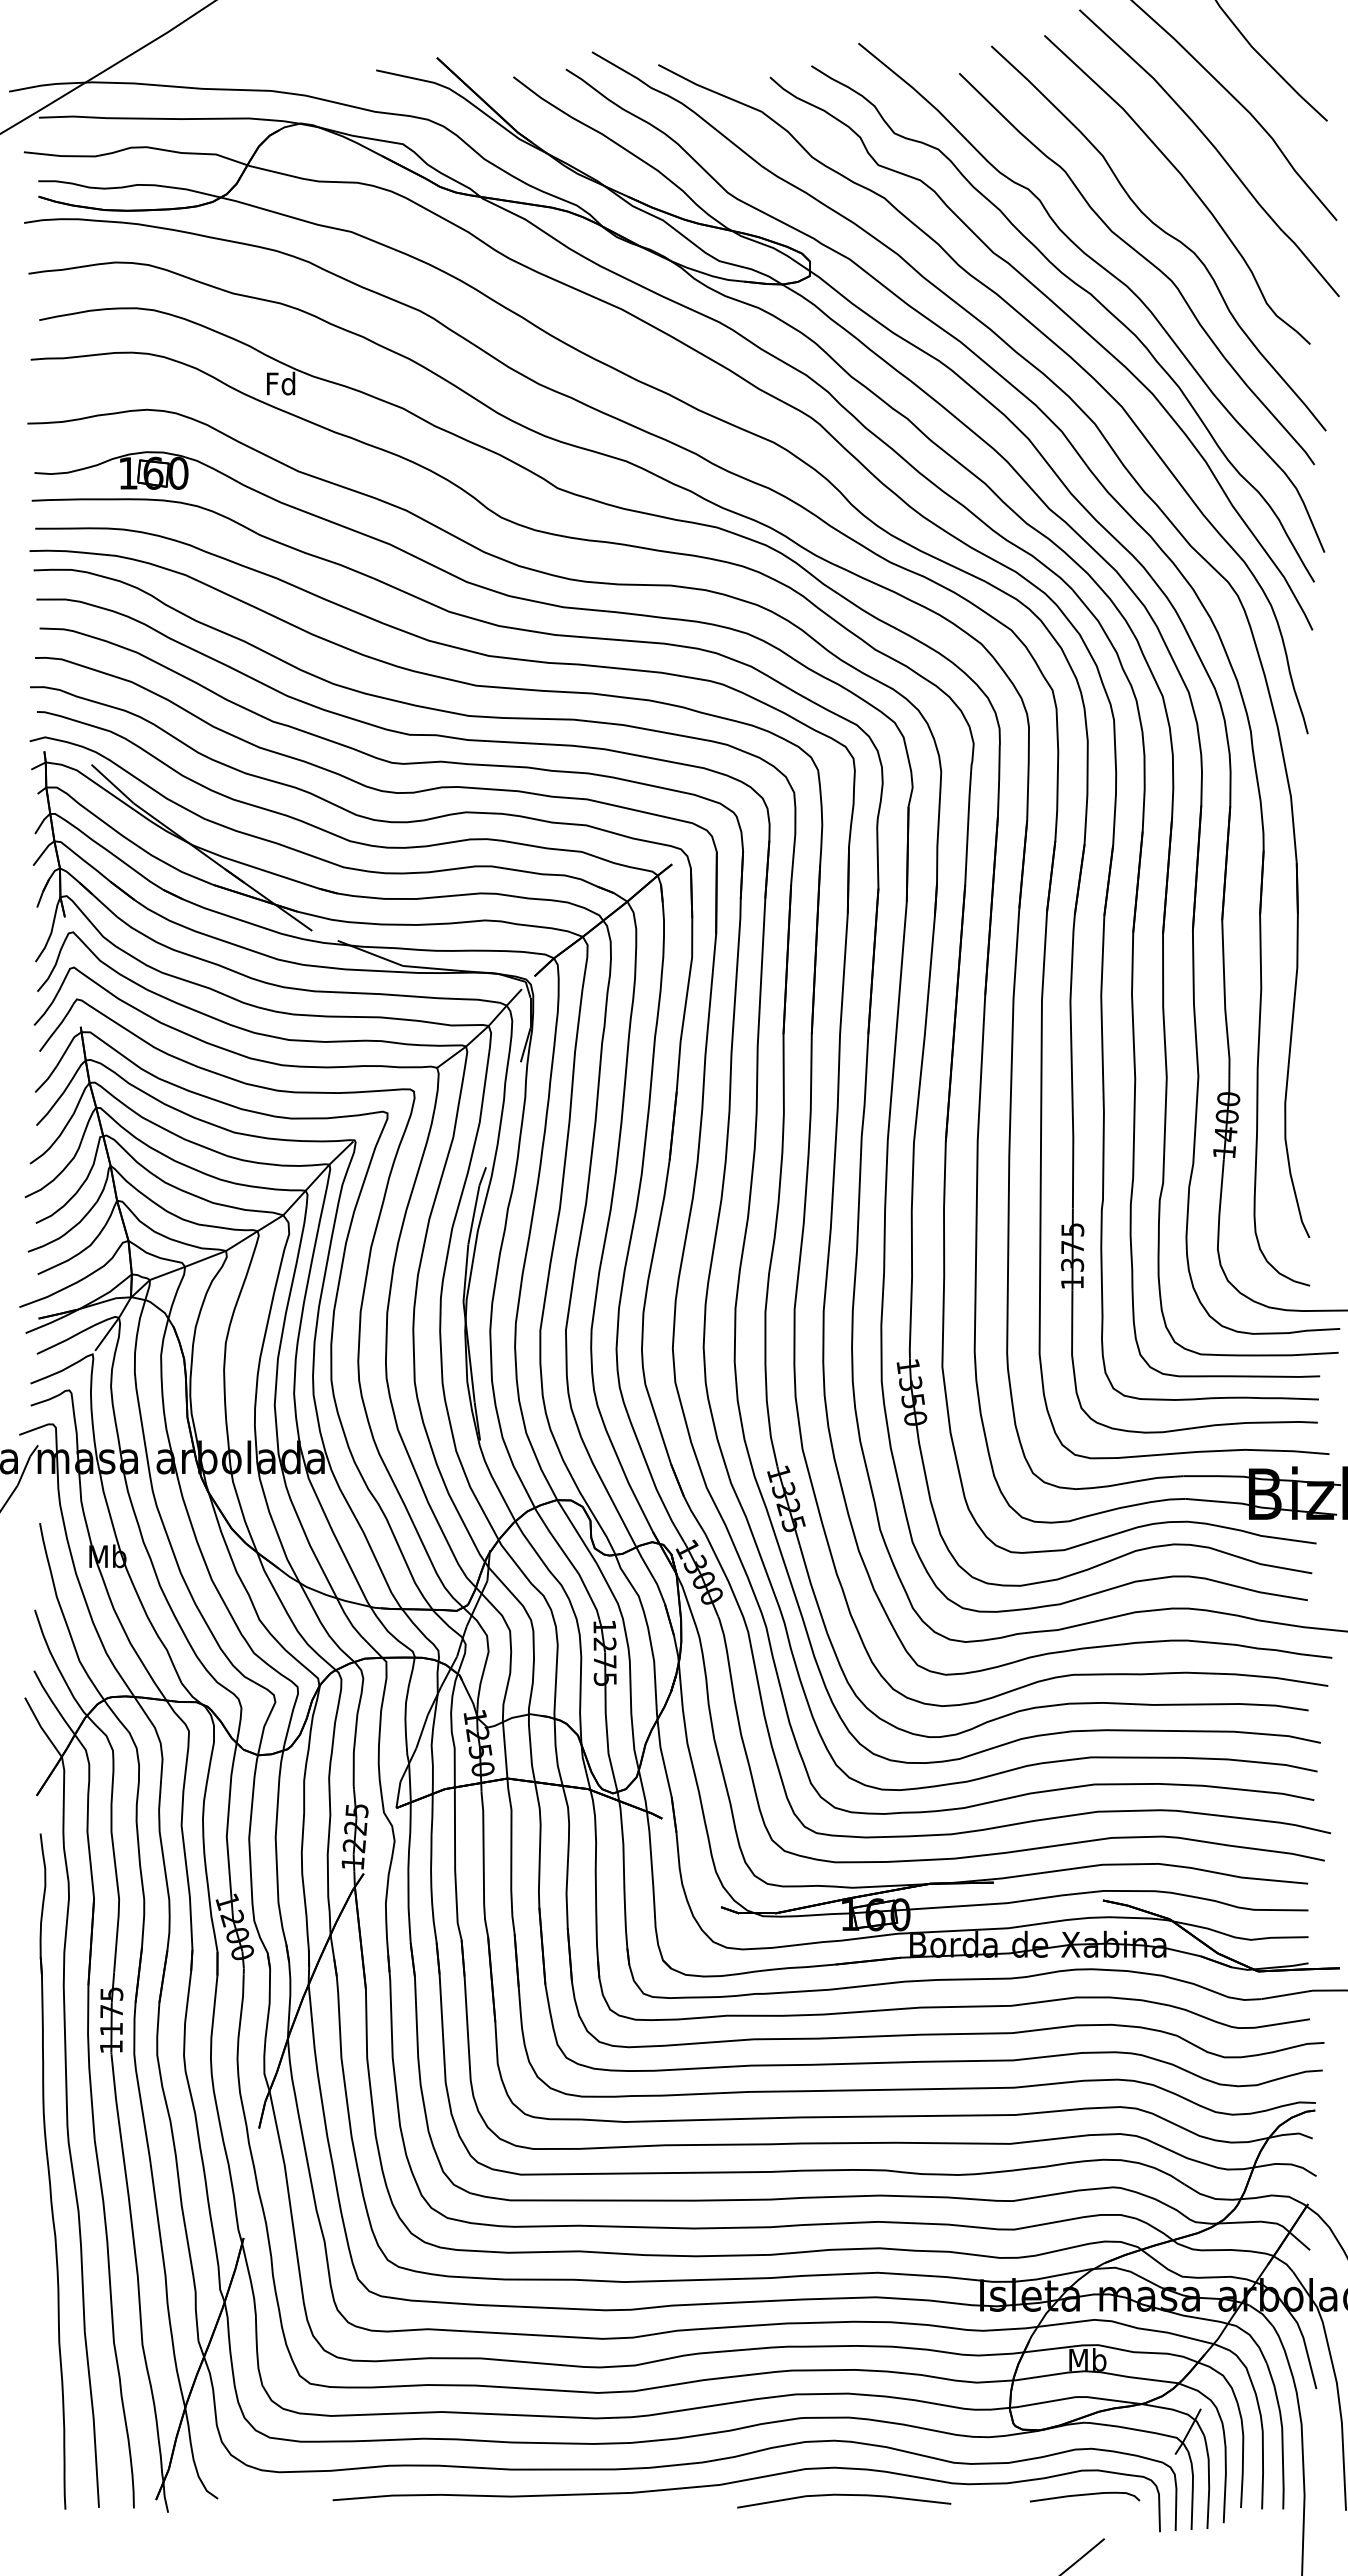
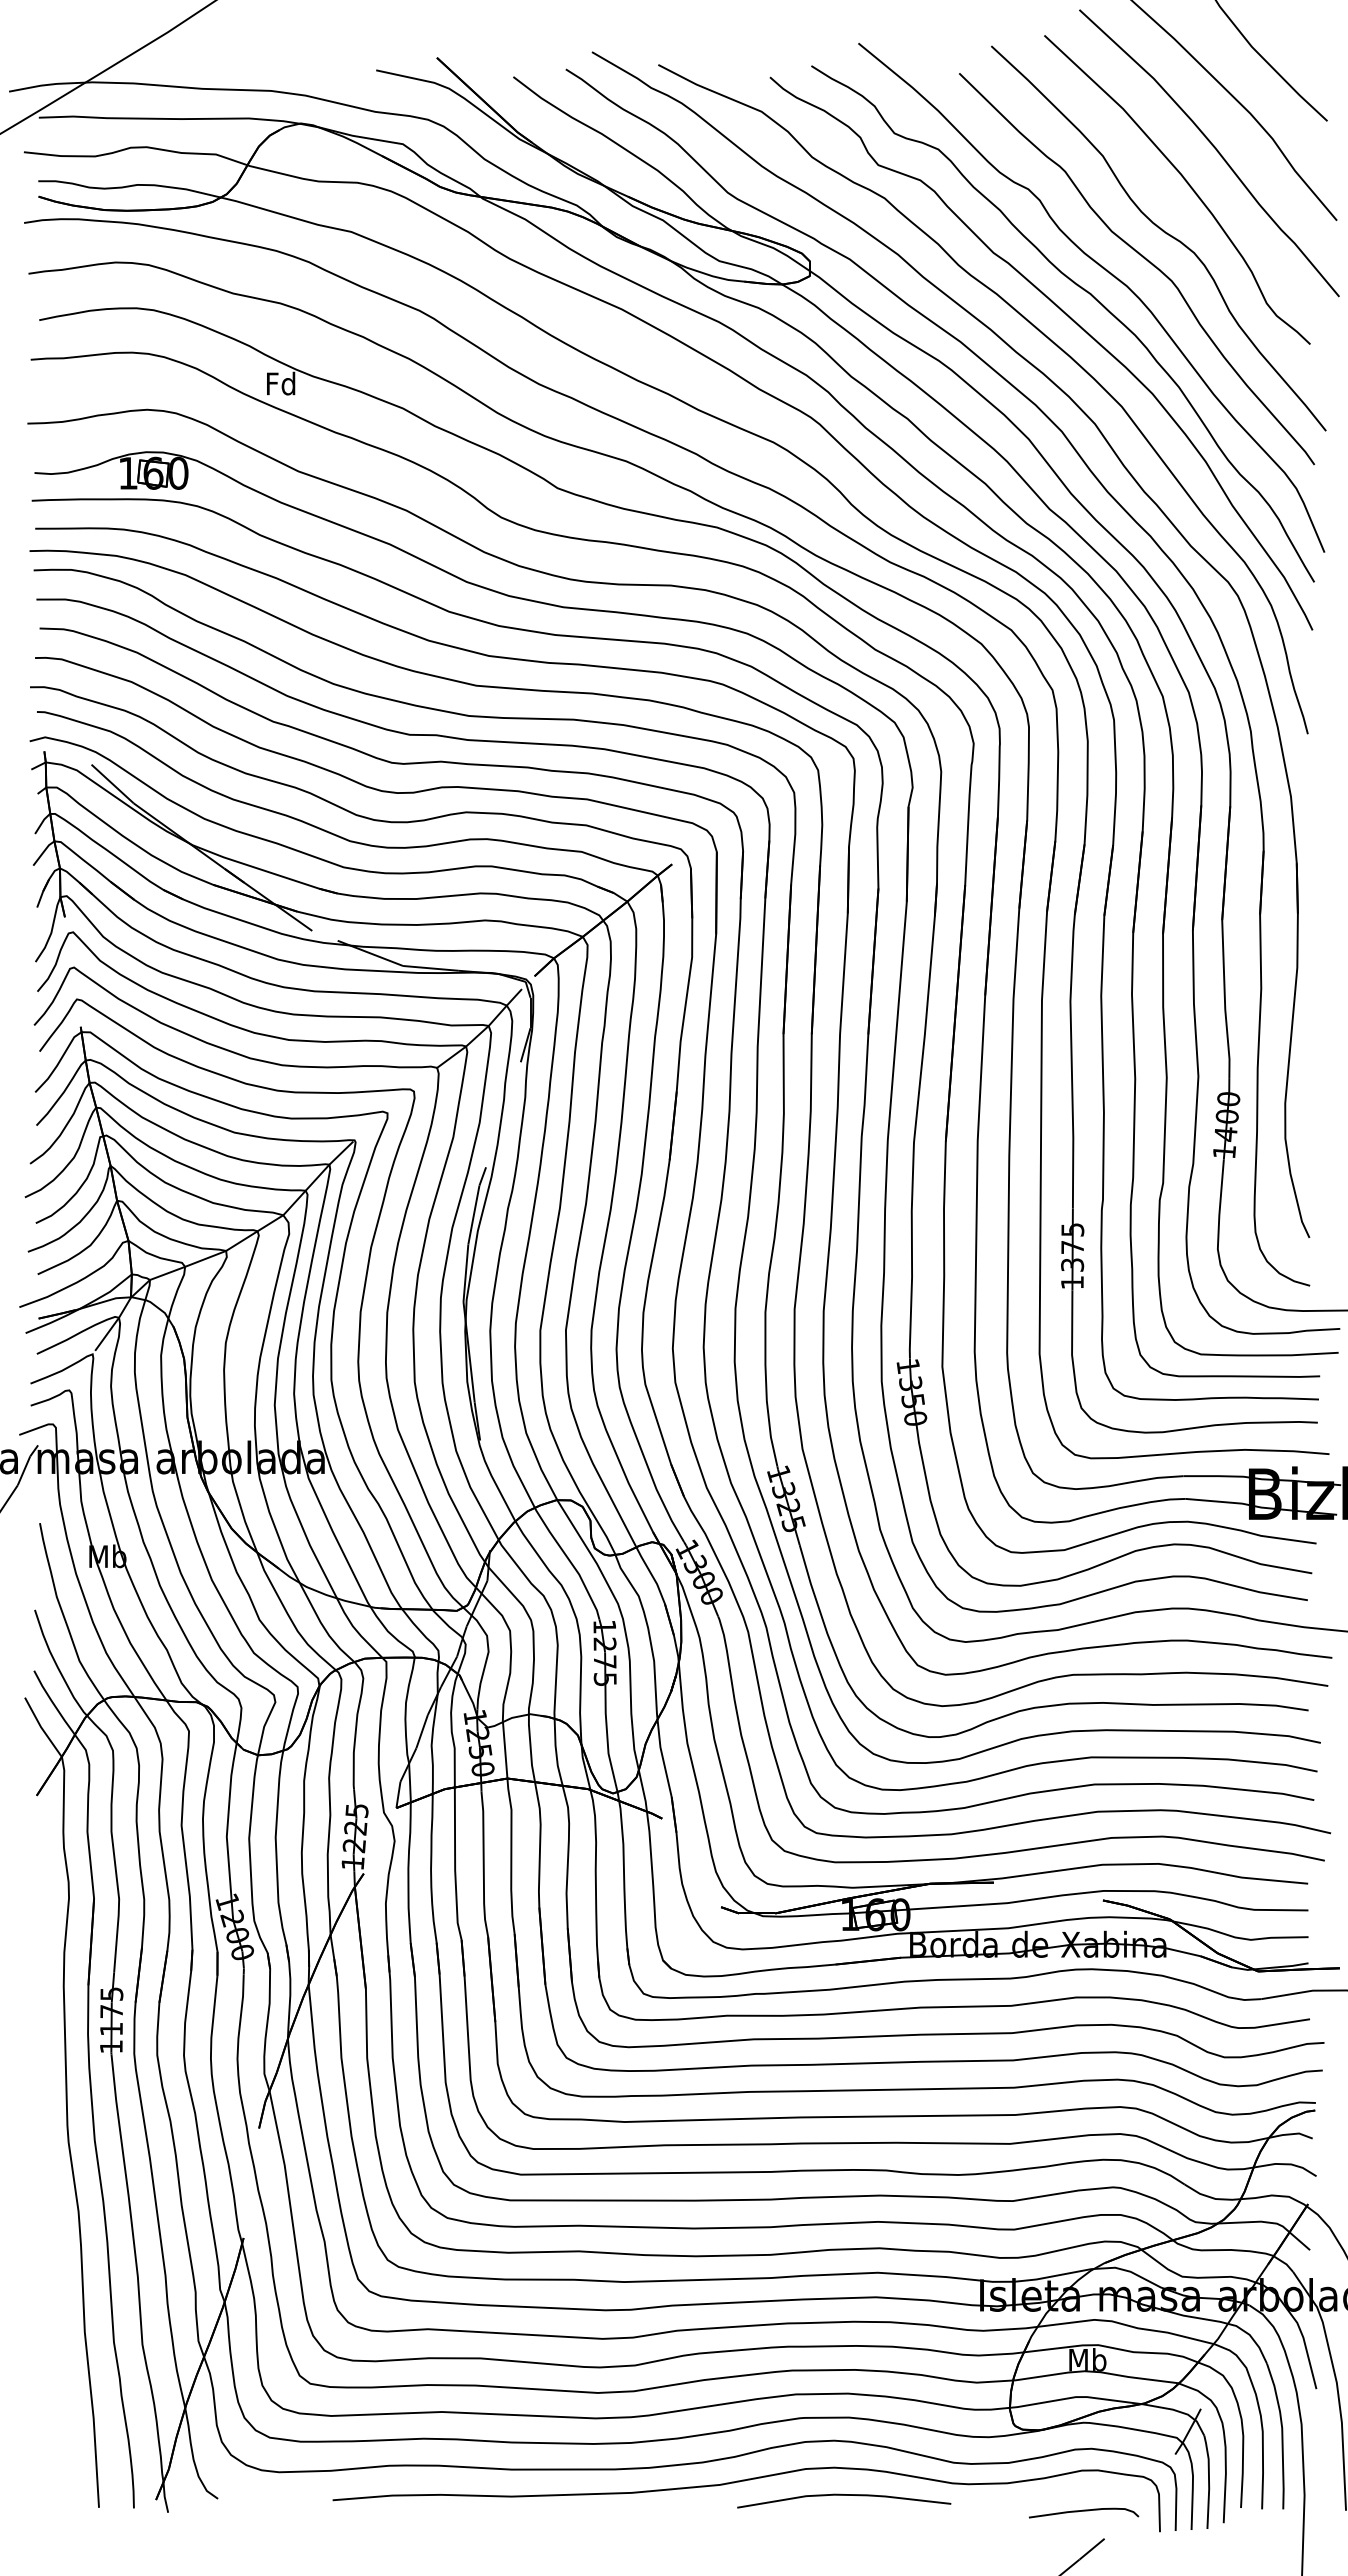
part at (52, 2171): present -> none
curve at (1085, 2495) position: (1085, 2495) -> (1084, 2511)
